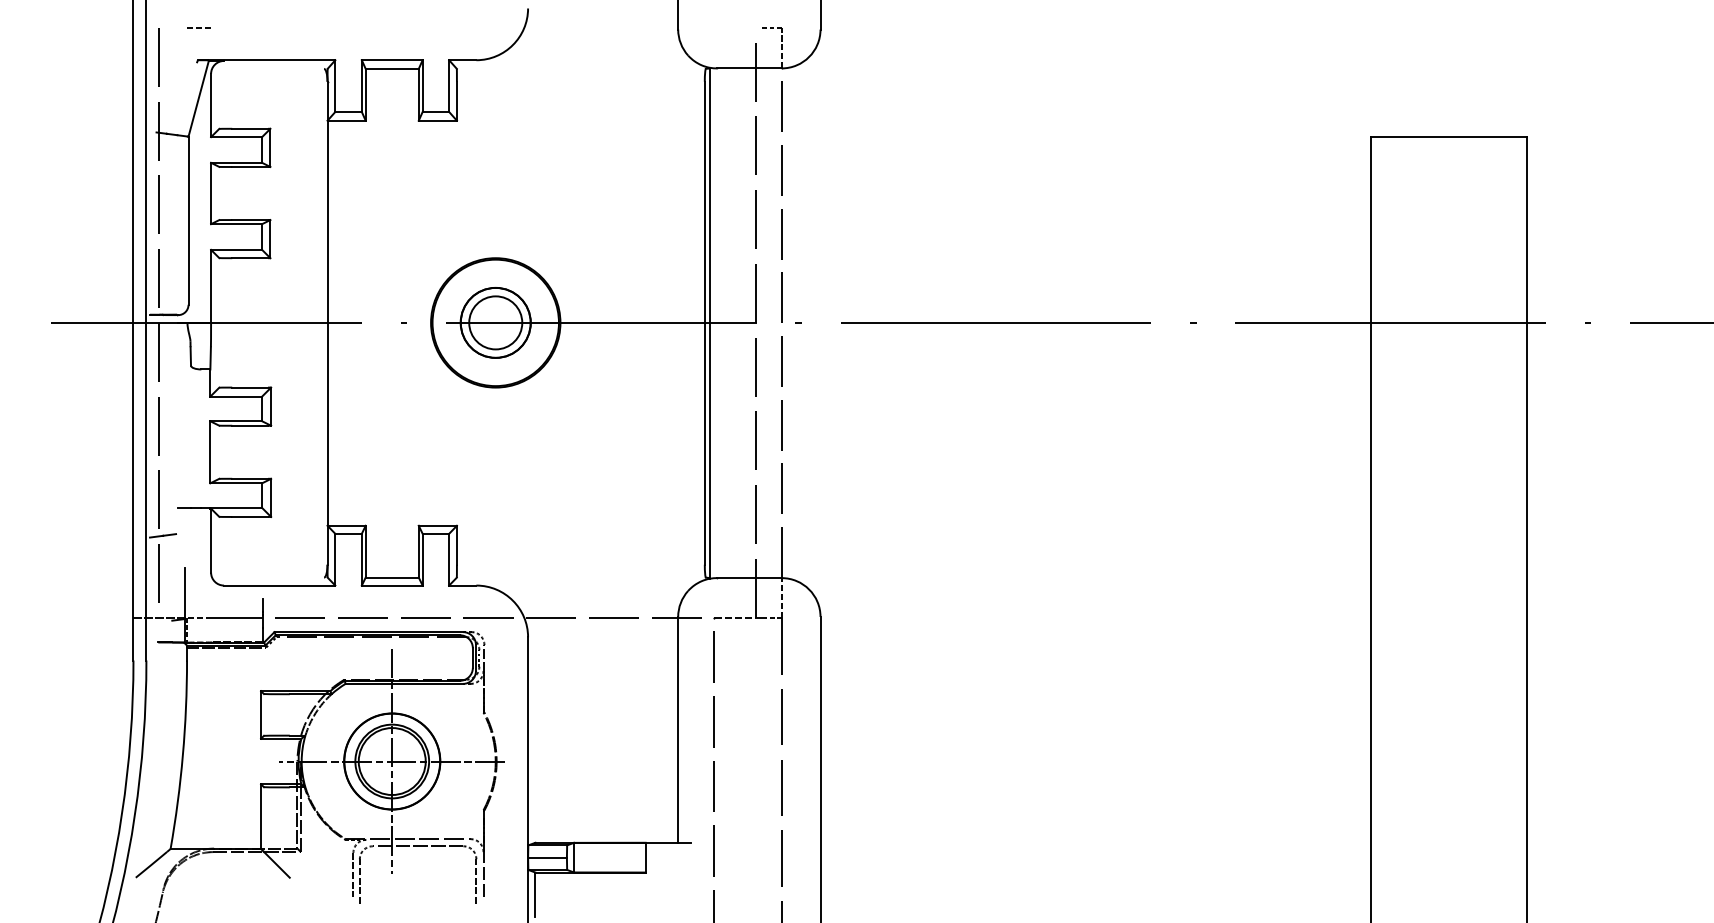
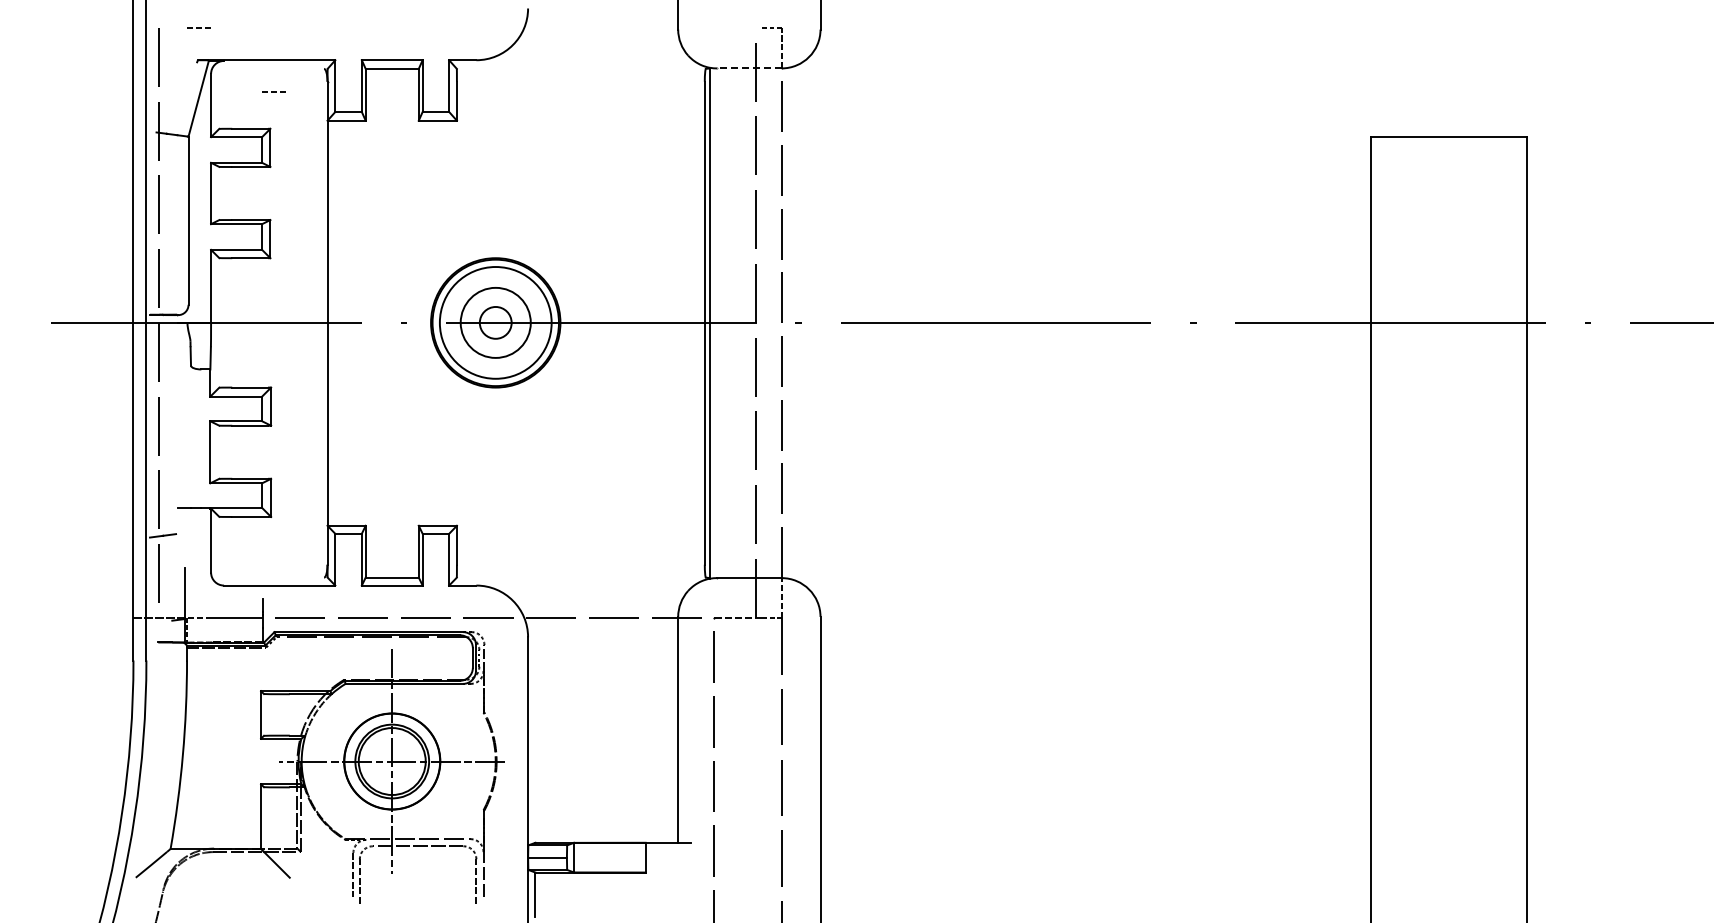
line at (748, 68): solid -> dashed
line at (273, 91): none -> present
circle at (495, 322) diameter: 53 px -> 32 px
circle at (495, 322) diameter: 70 px -> 112 px
